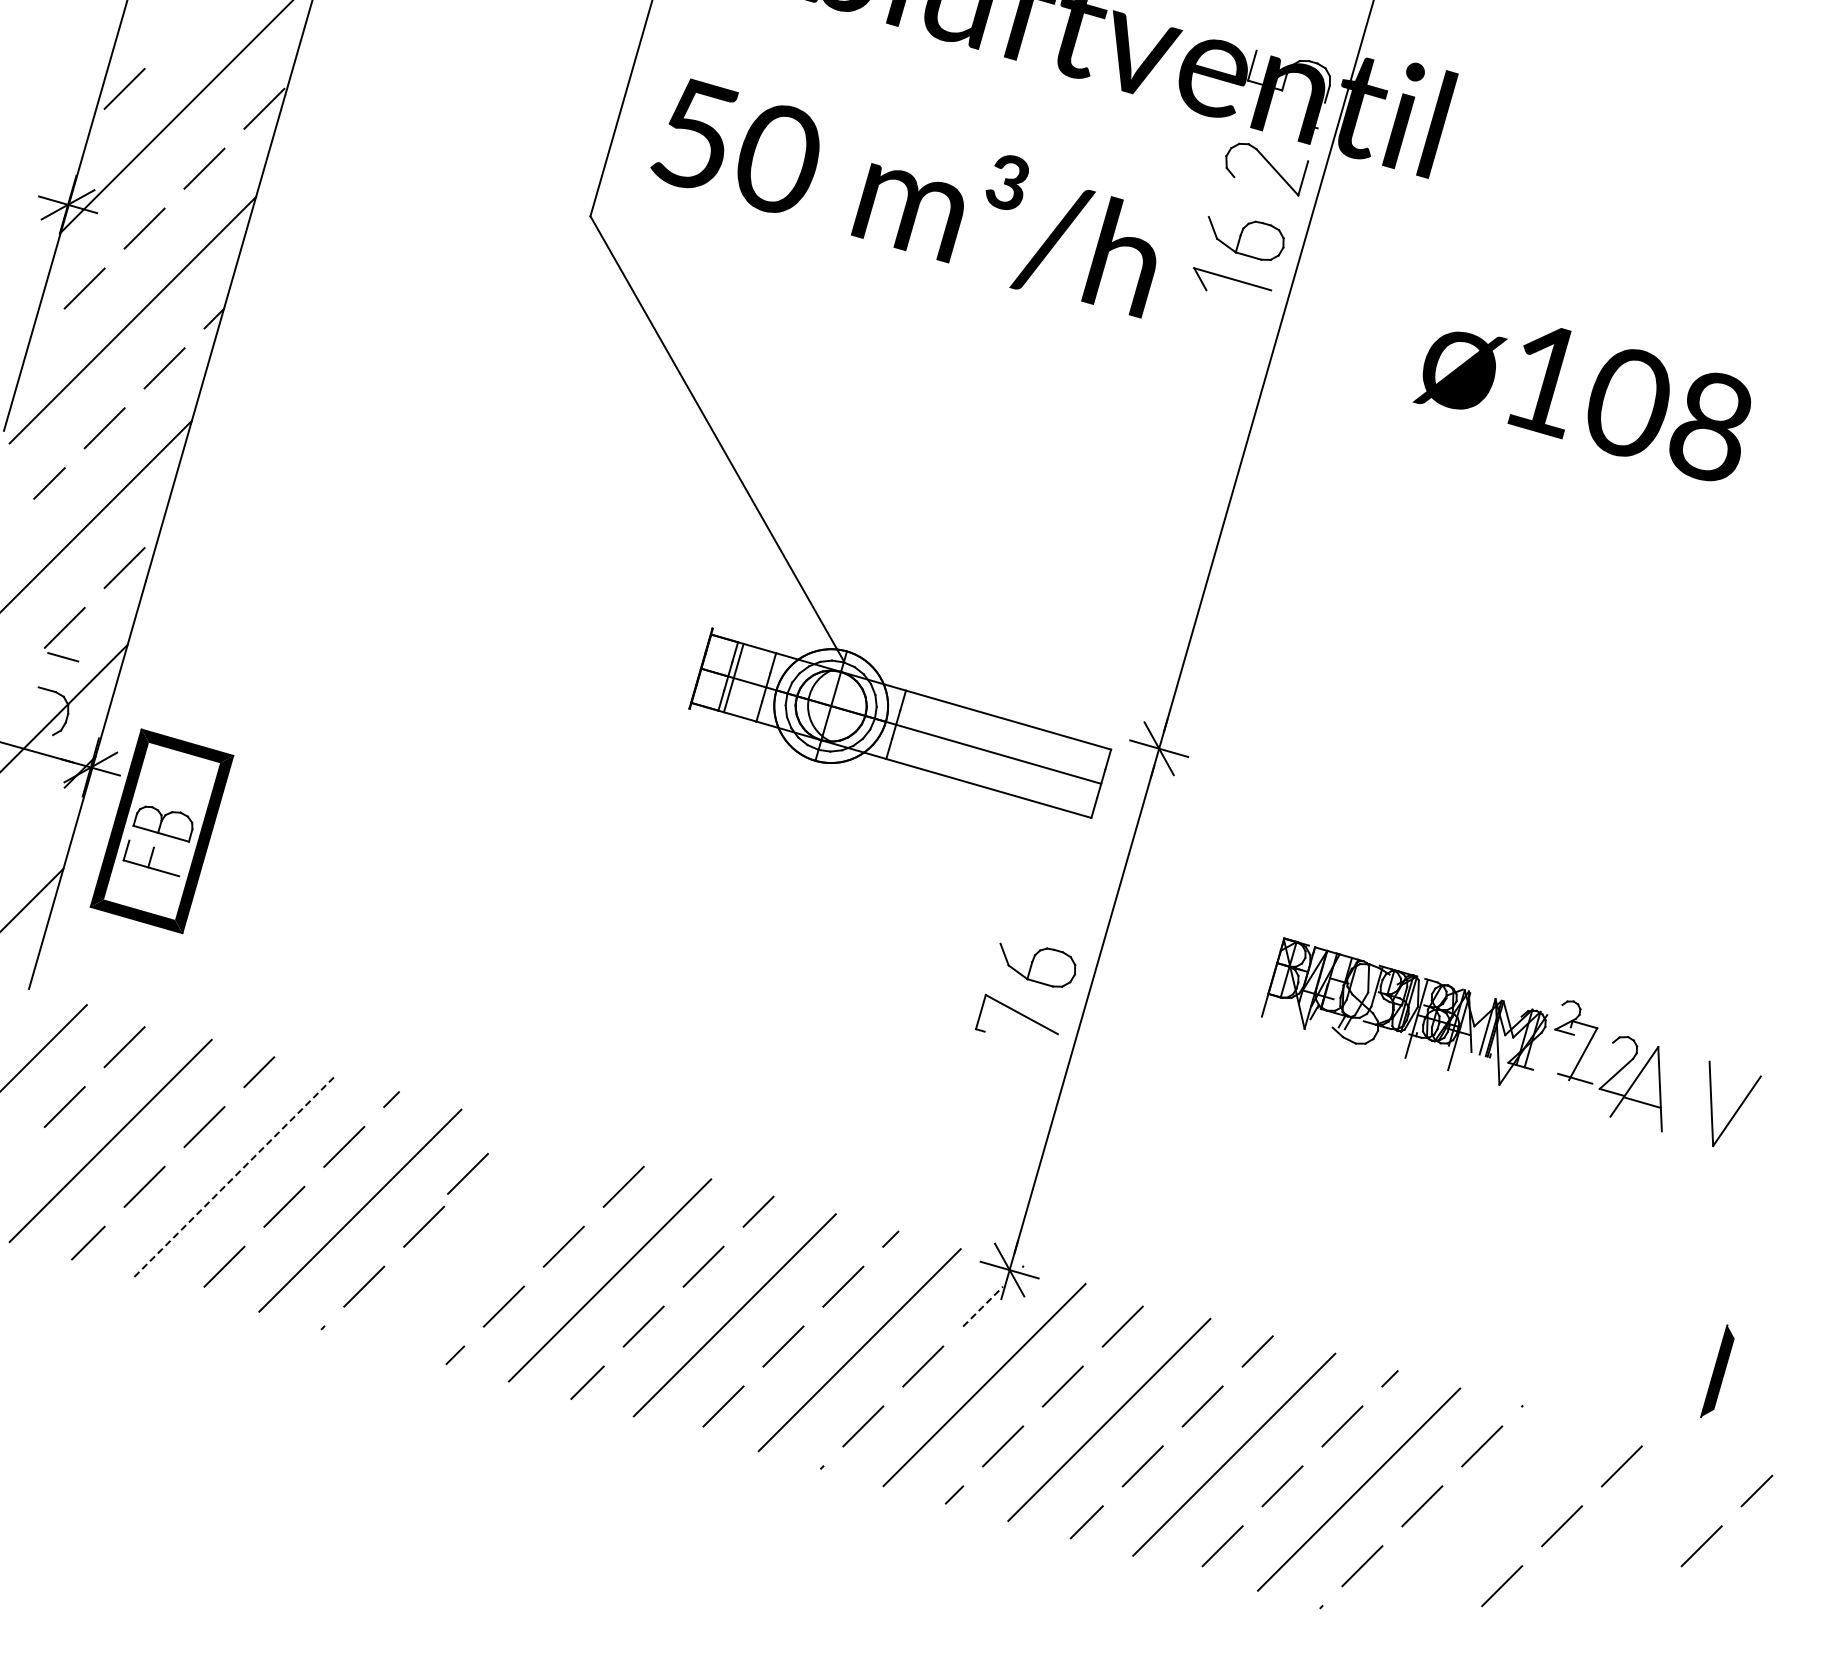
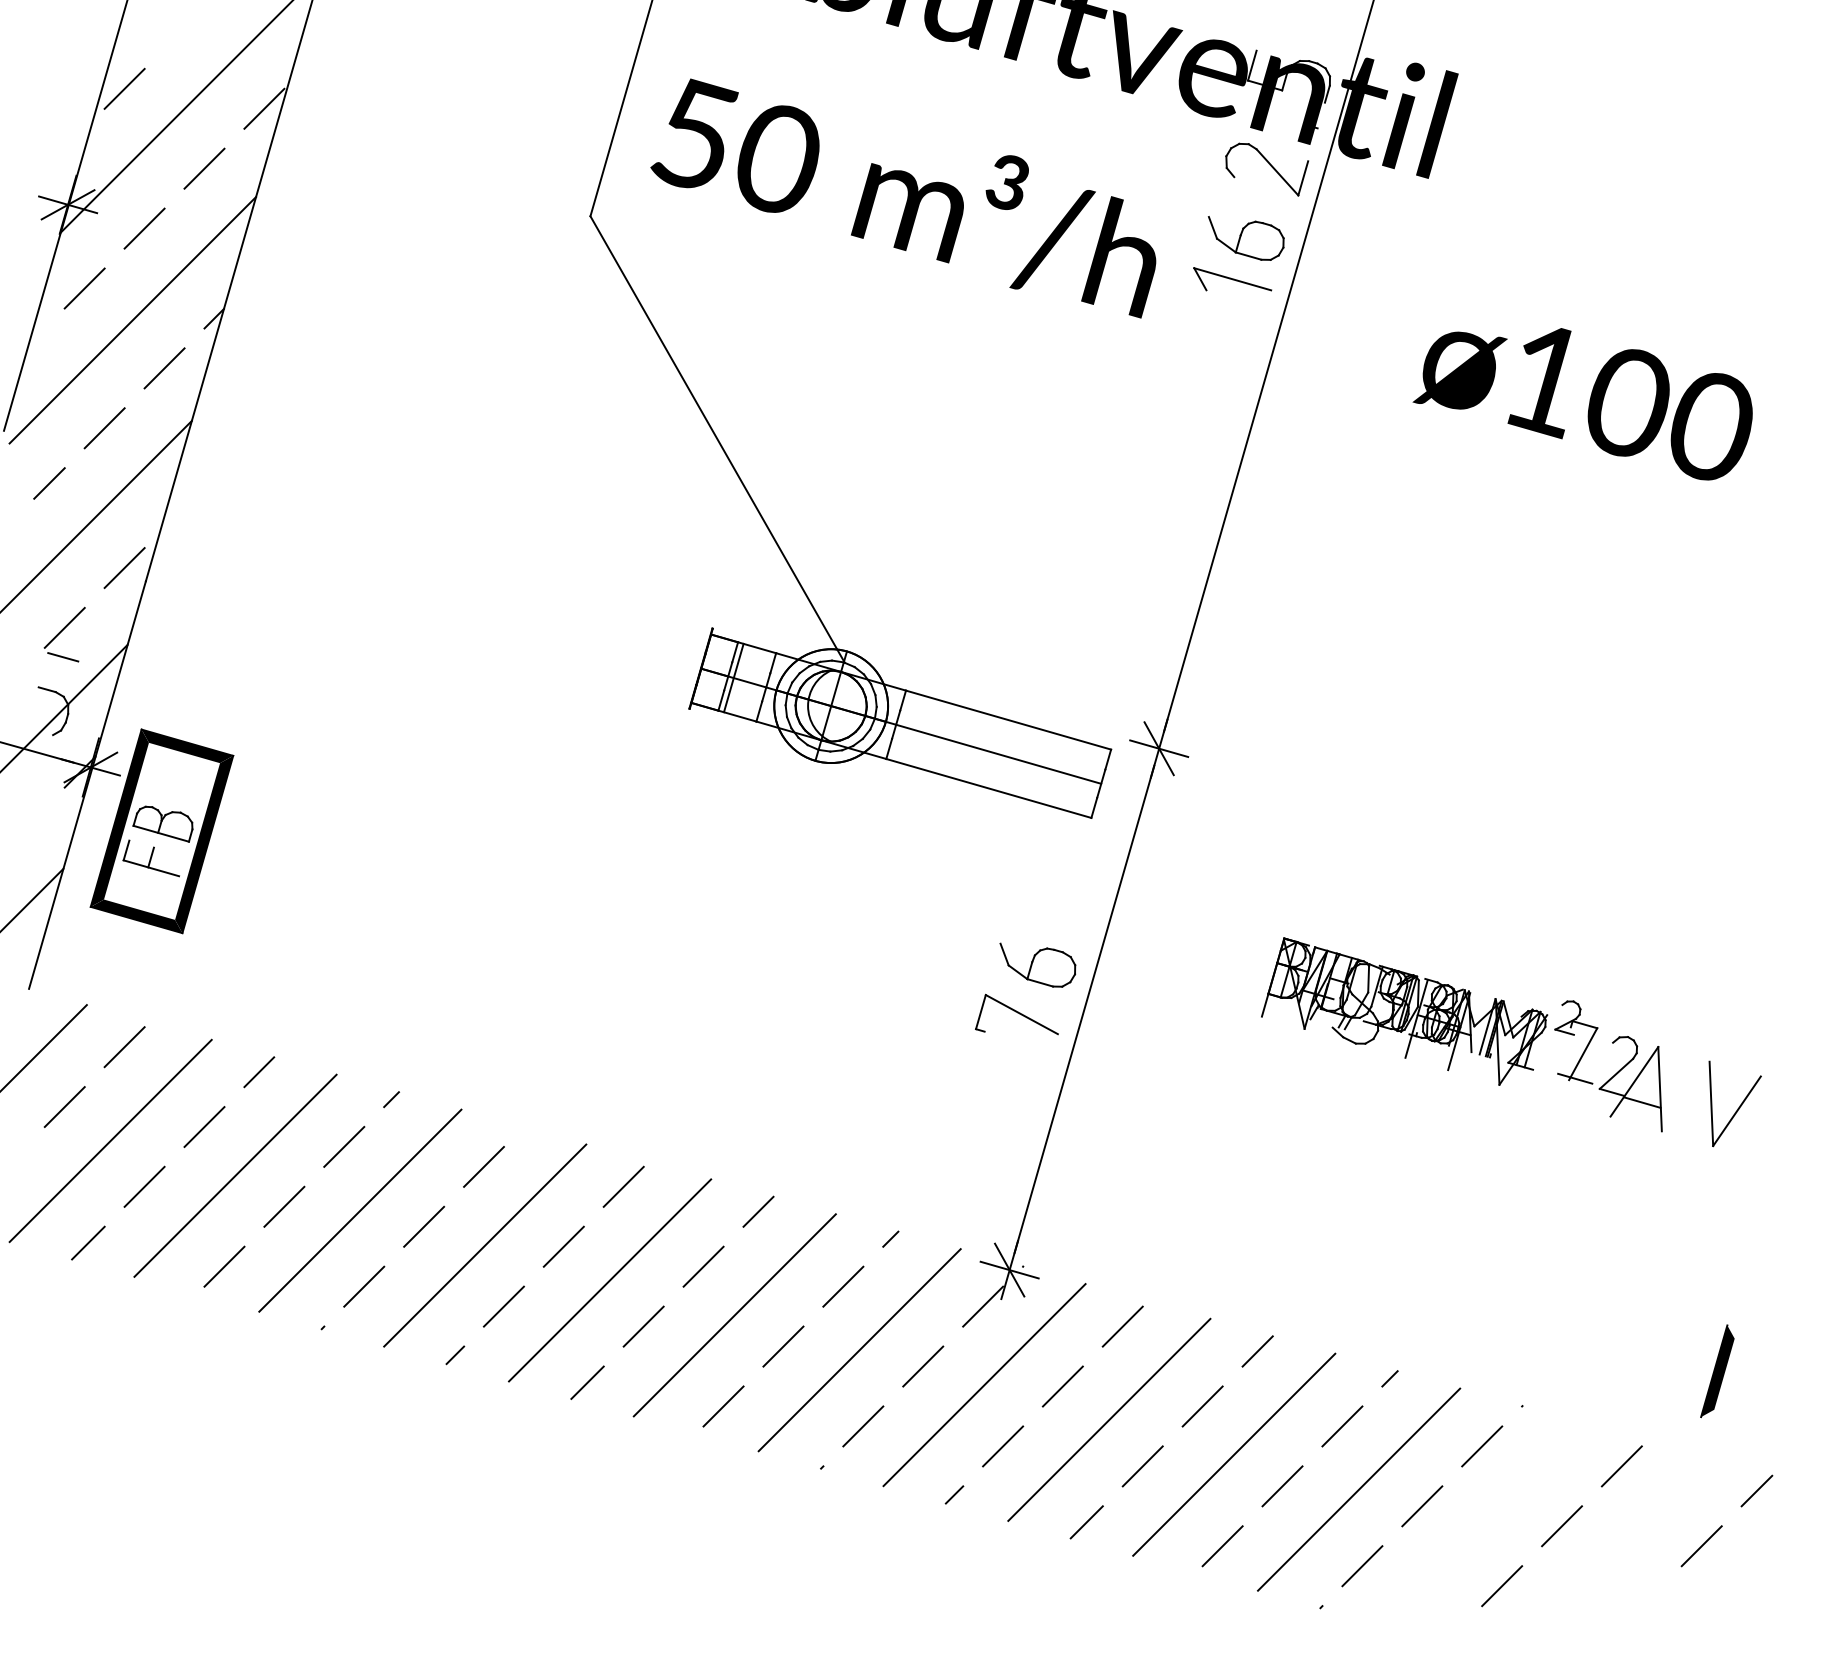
text at (1710, 426): ø108 -> ø100
line at (467, 1173) position: (467, 1173) -> (483, 1166)
line at (235, 1175): dashed -> solid
line at (485, 1245): none -> present
line at (983, 1306): dashed -> solid
